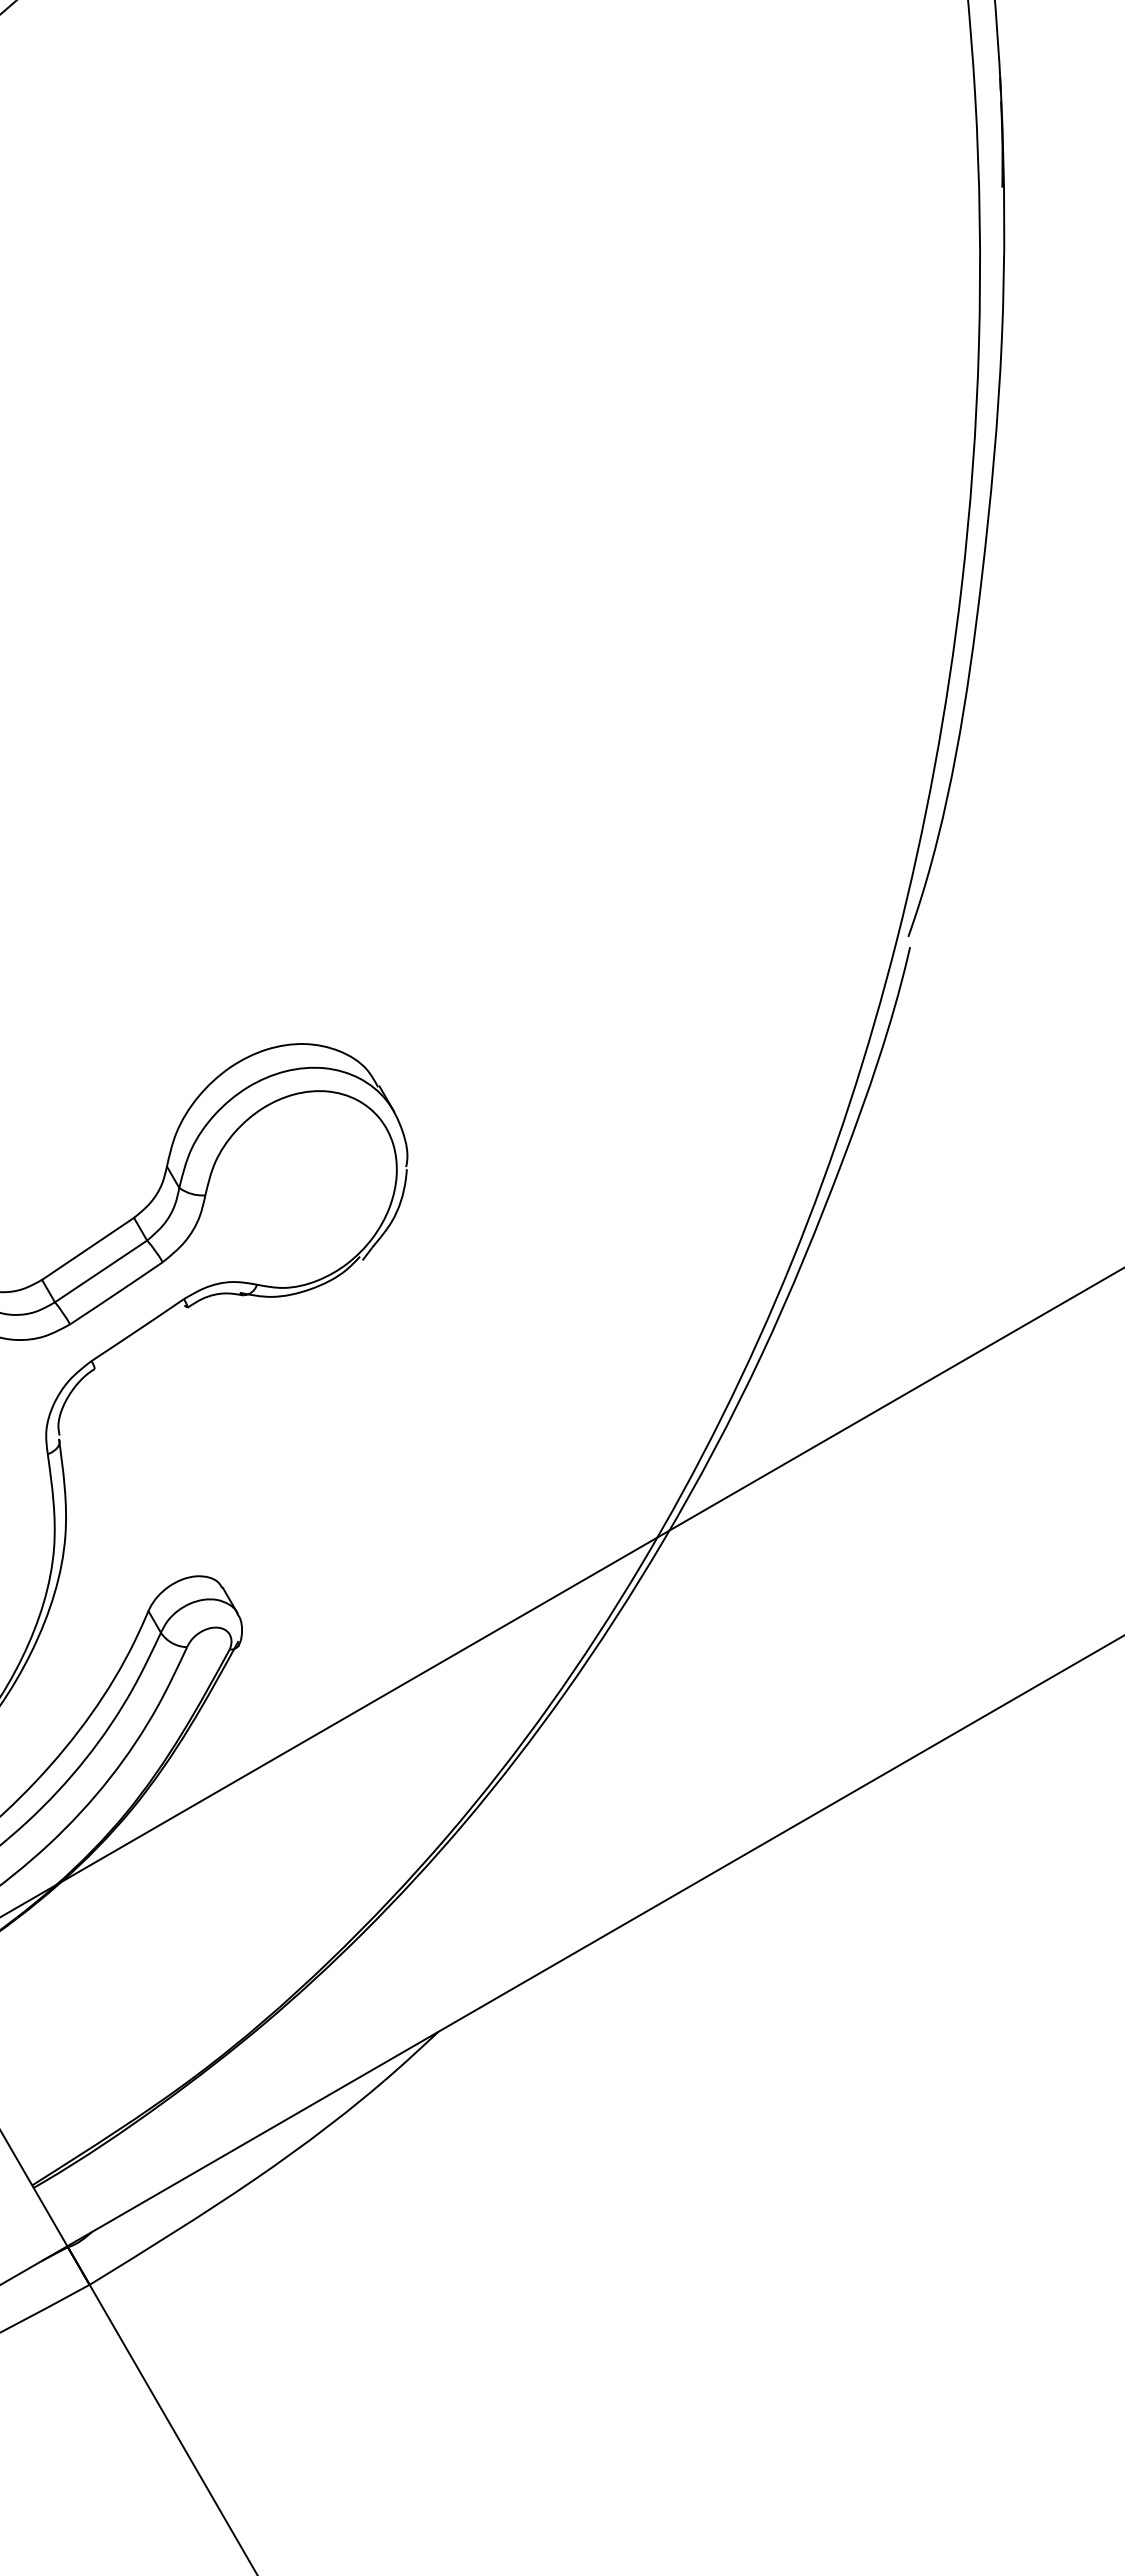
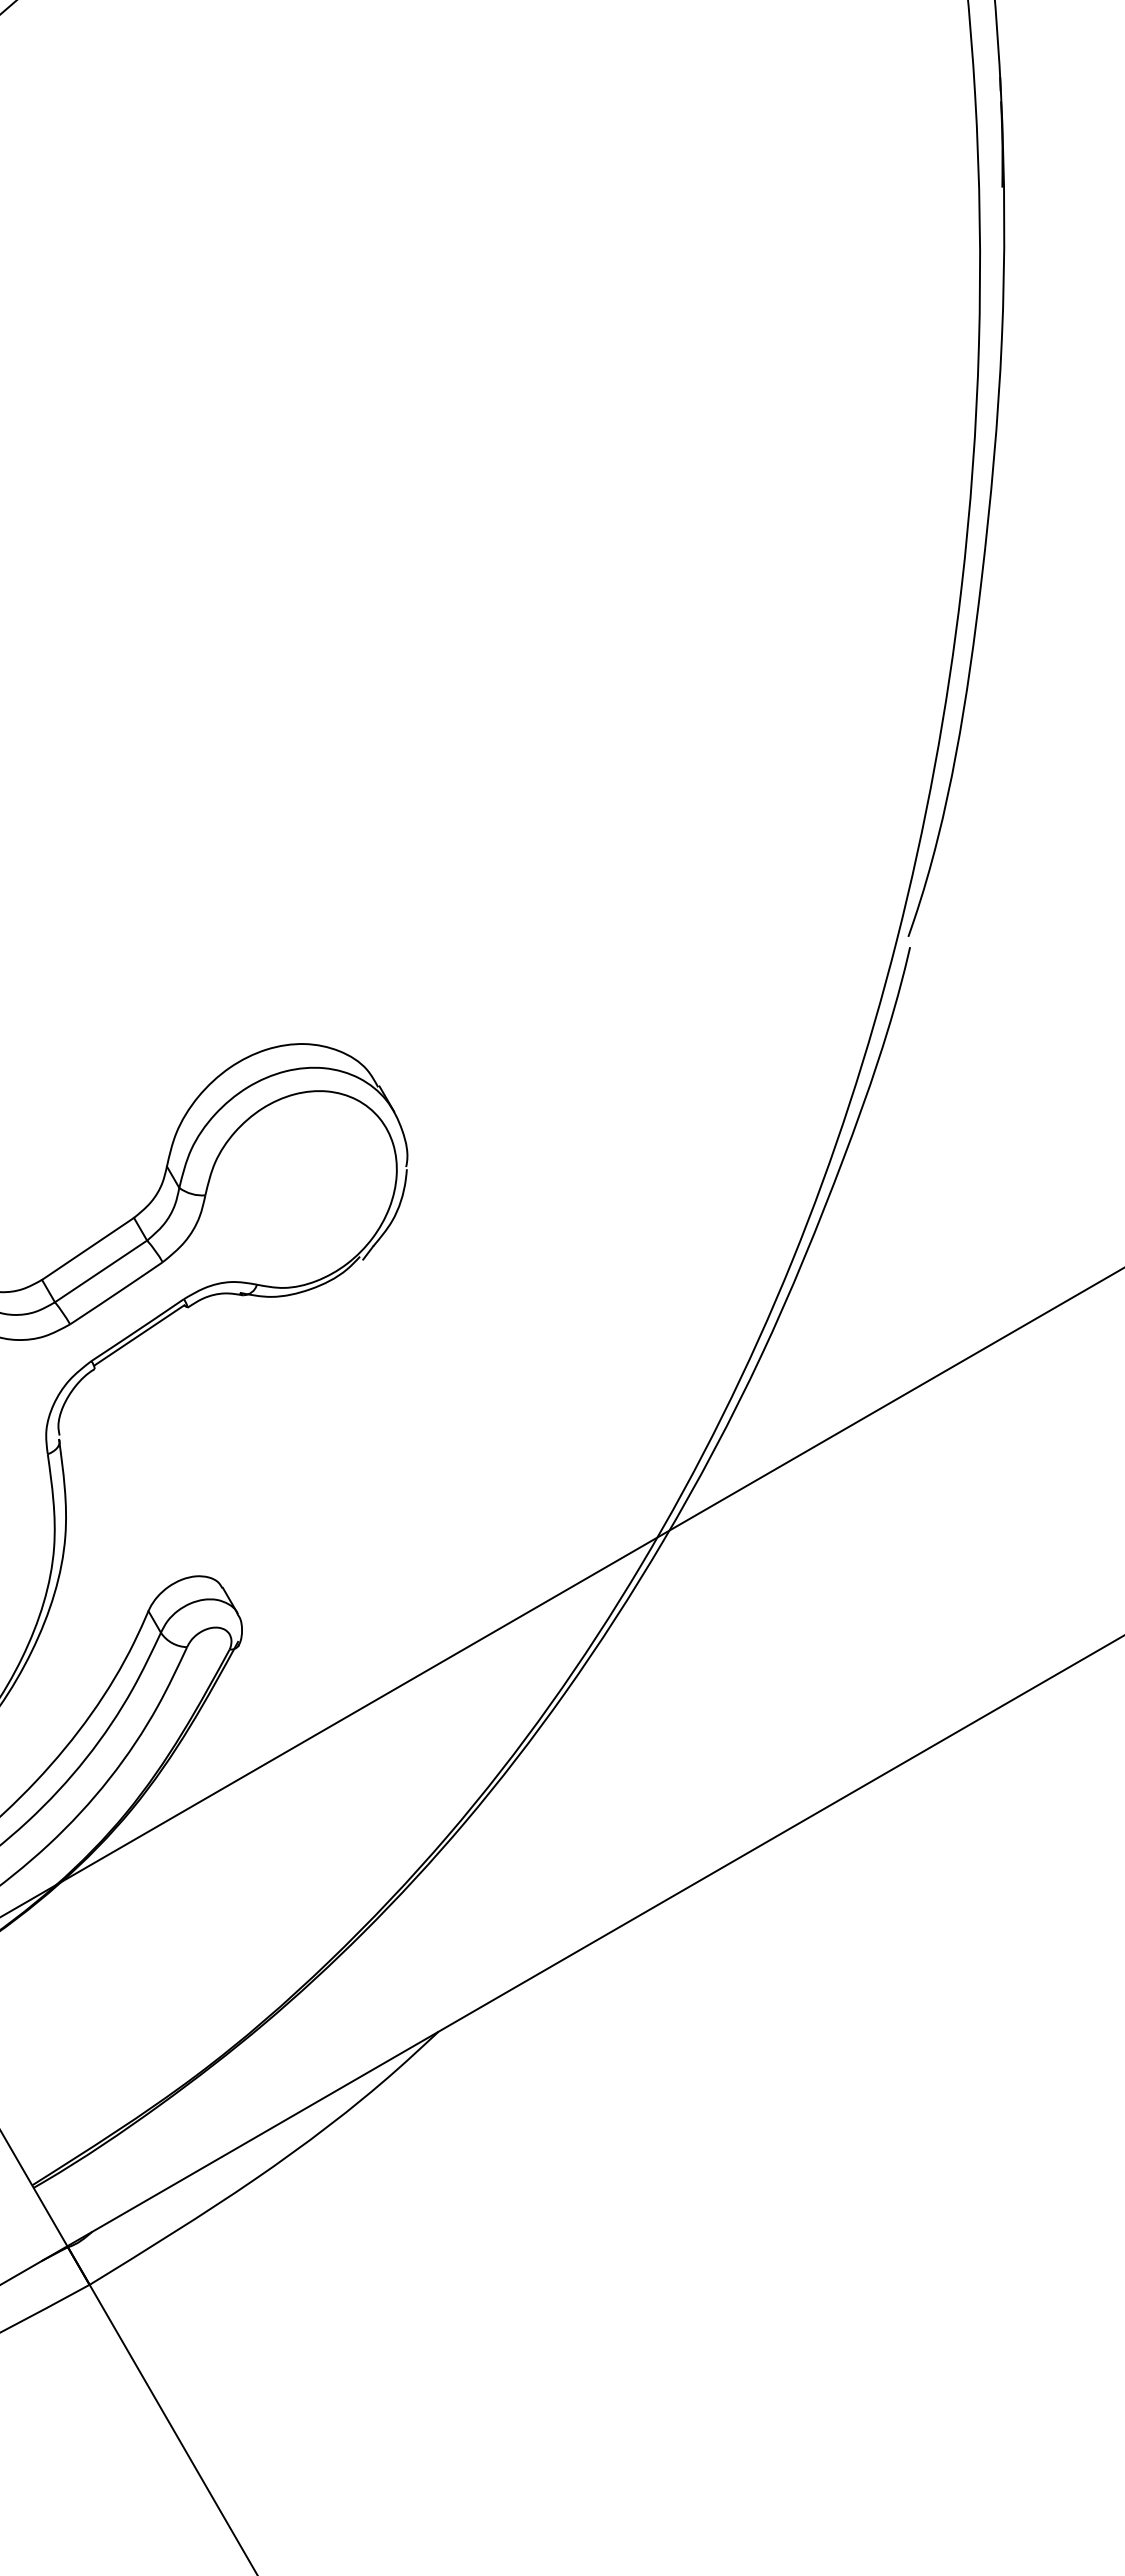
line at (139, 1335): none -> present
